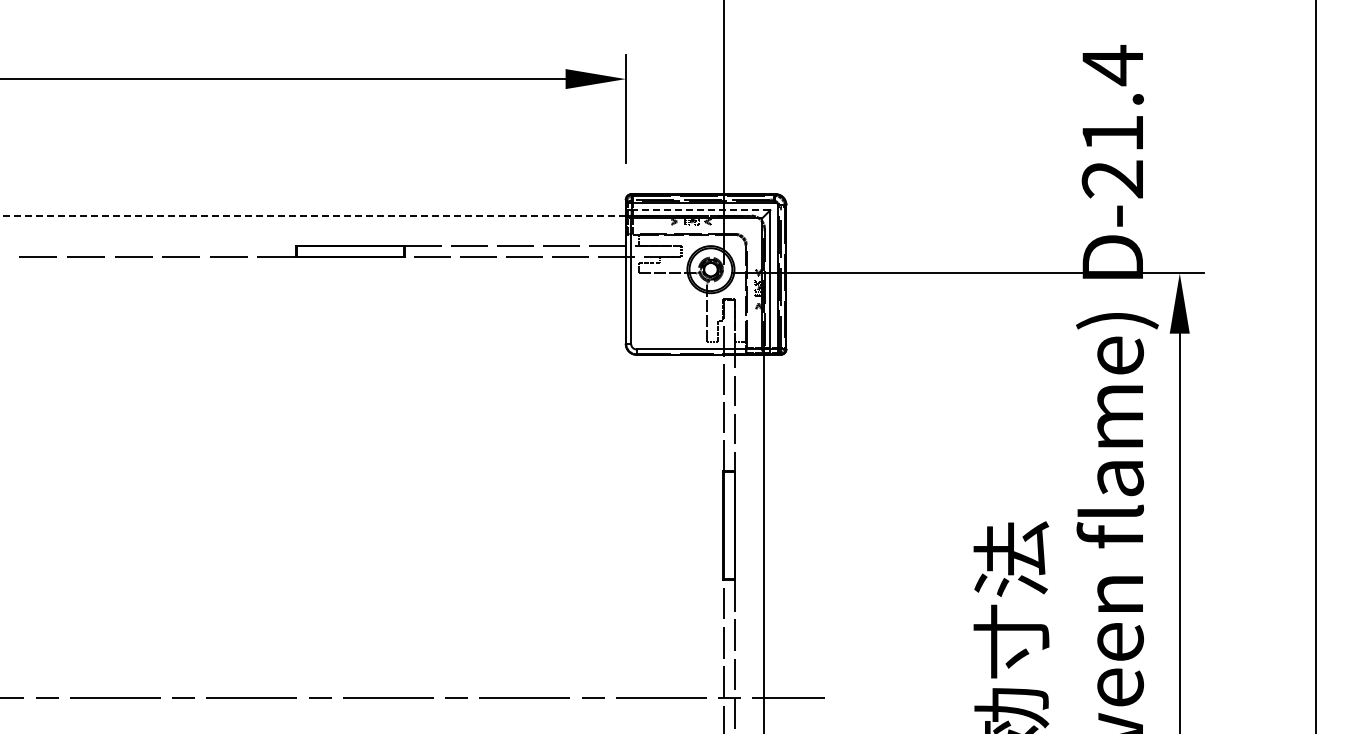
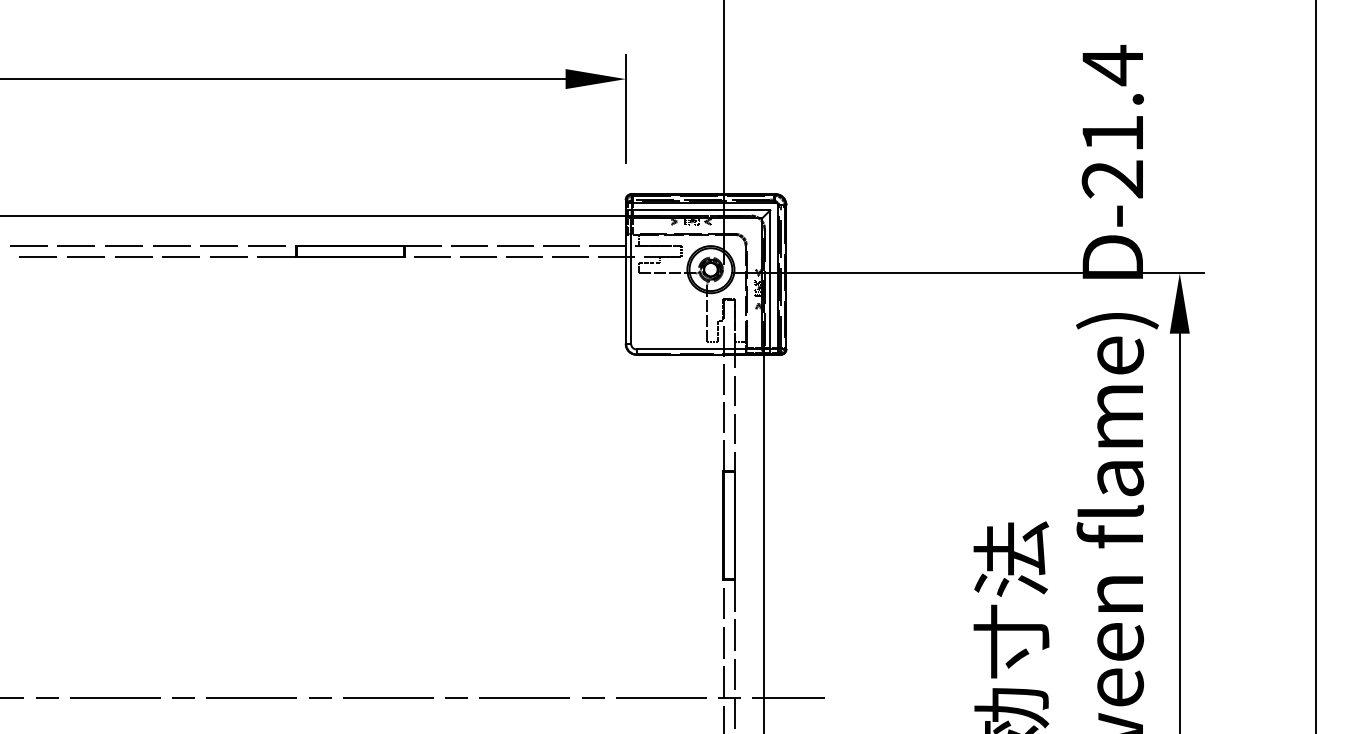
line at (700, 210): dashed -> solid
line at (312, 216): dashed -> solid
line at (142, 245): none -> present
